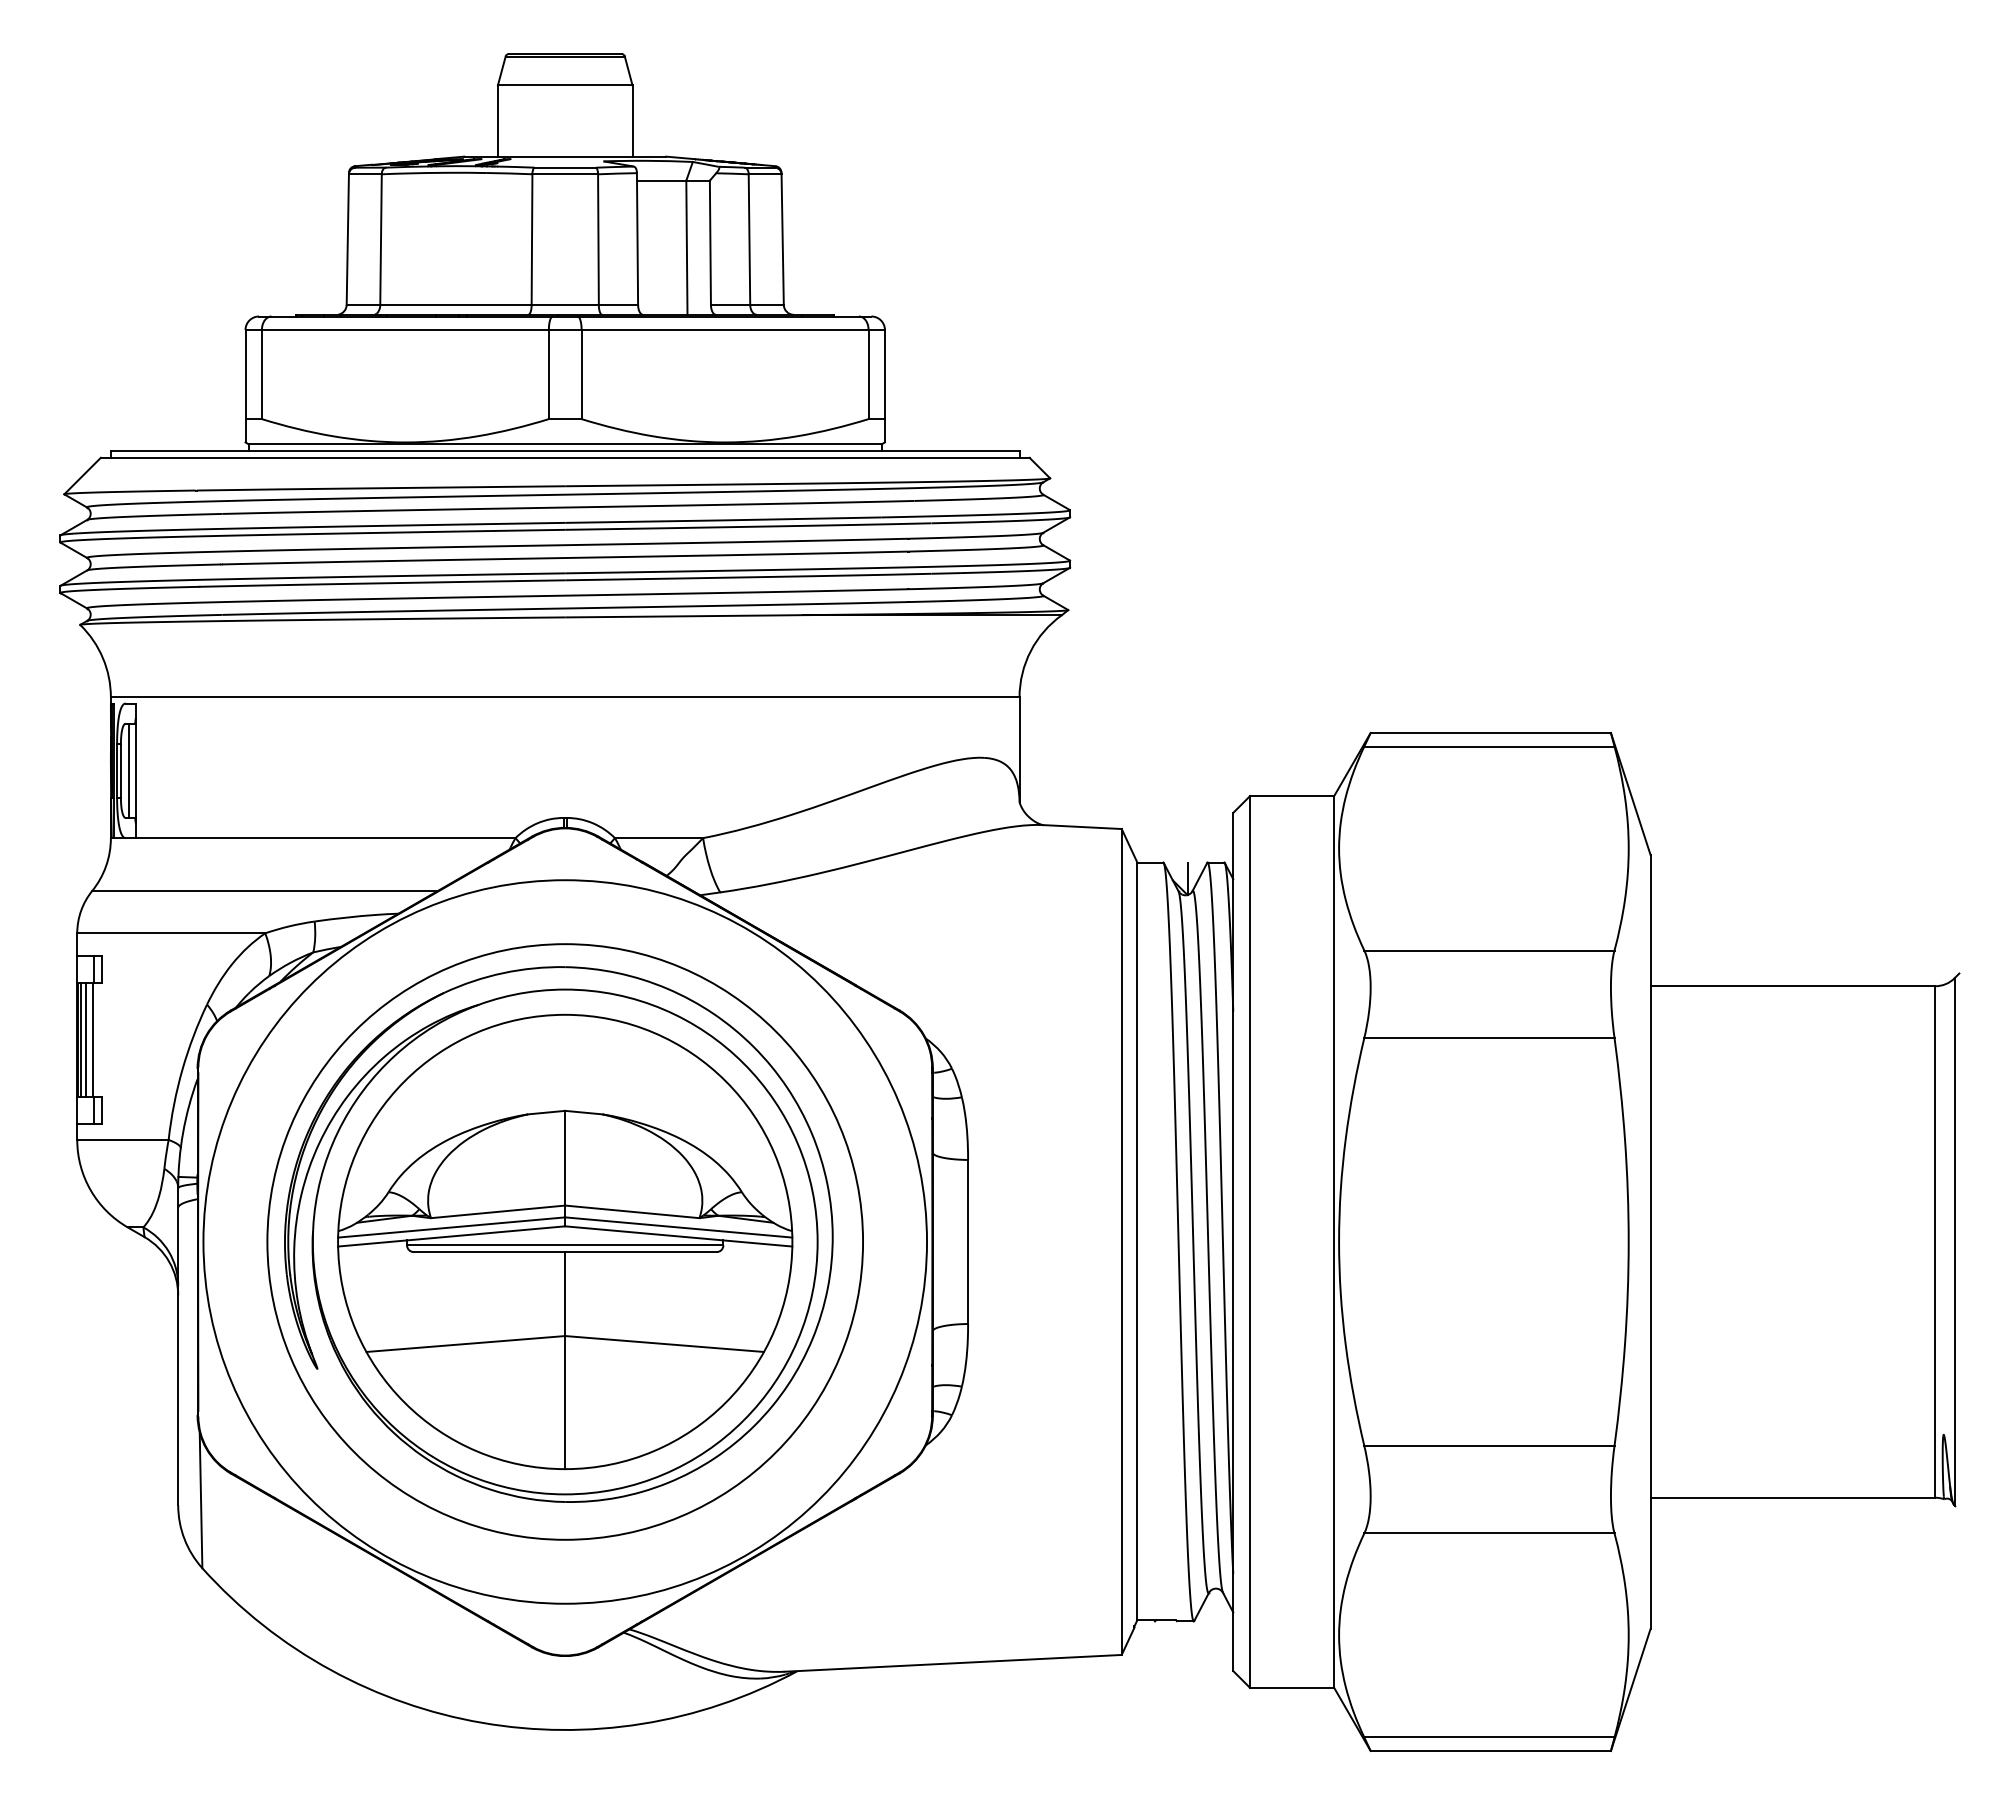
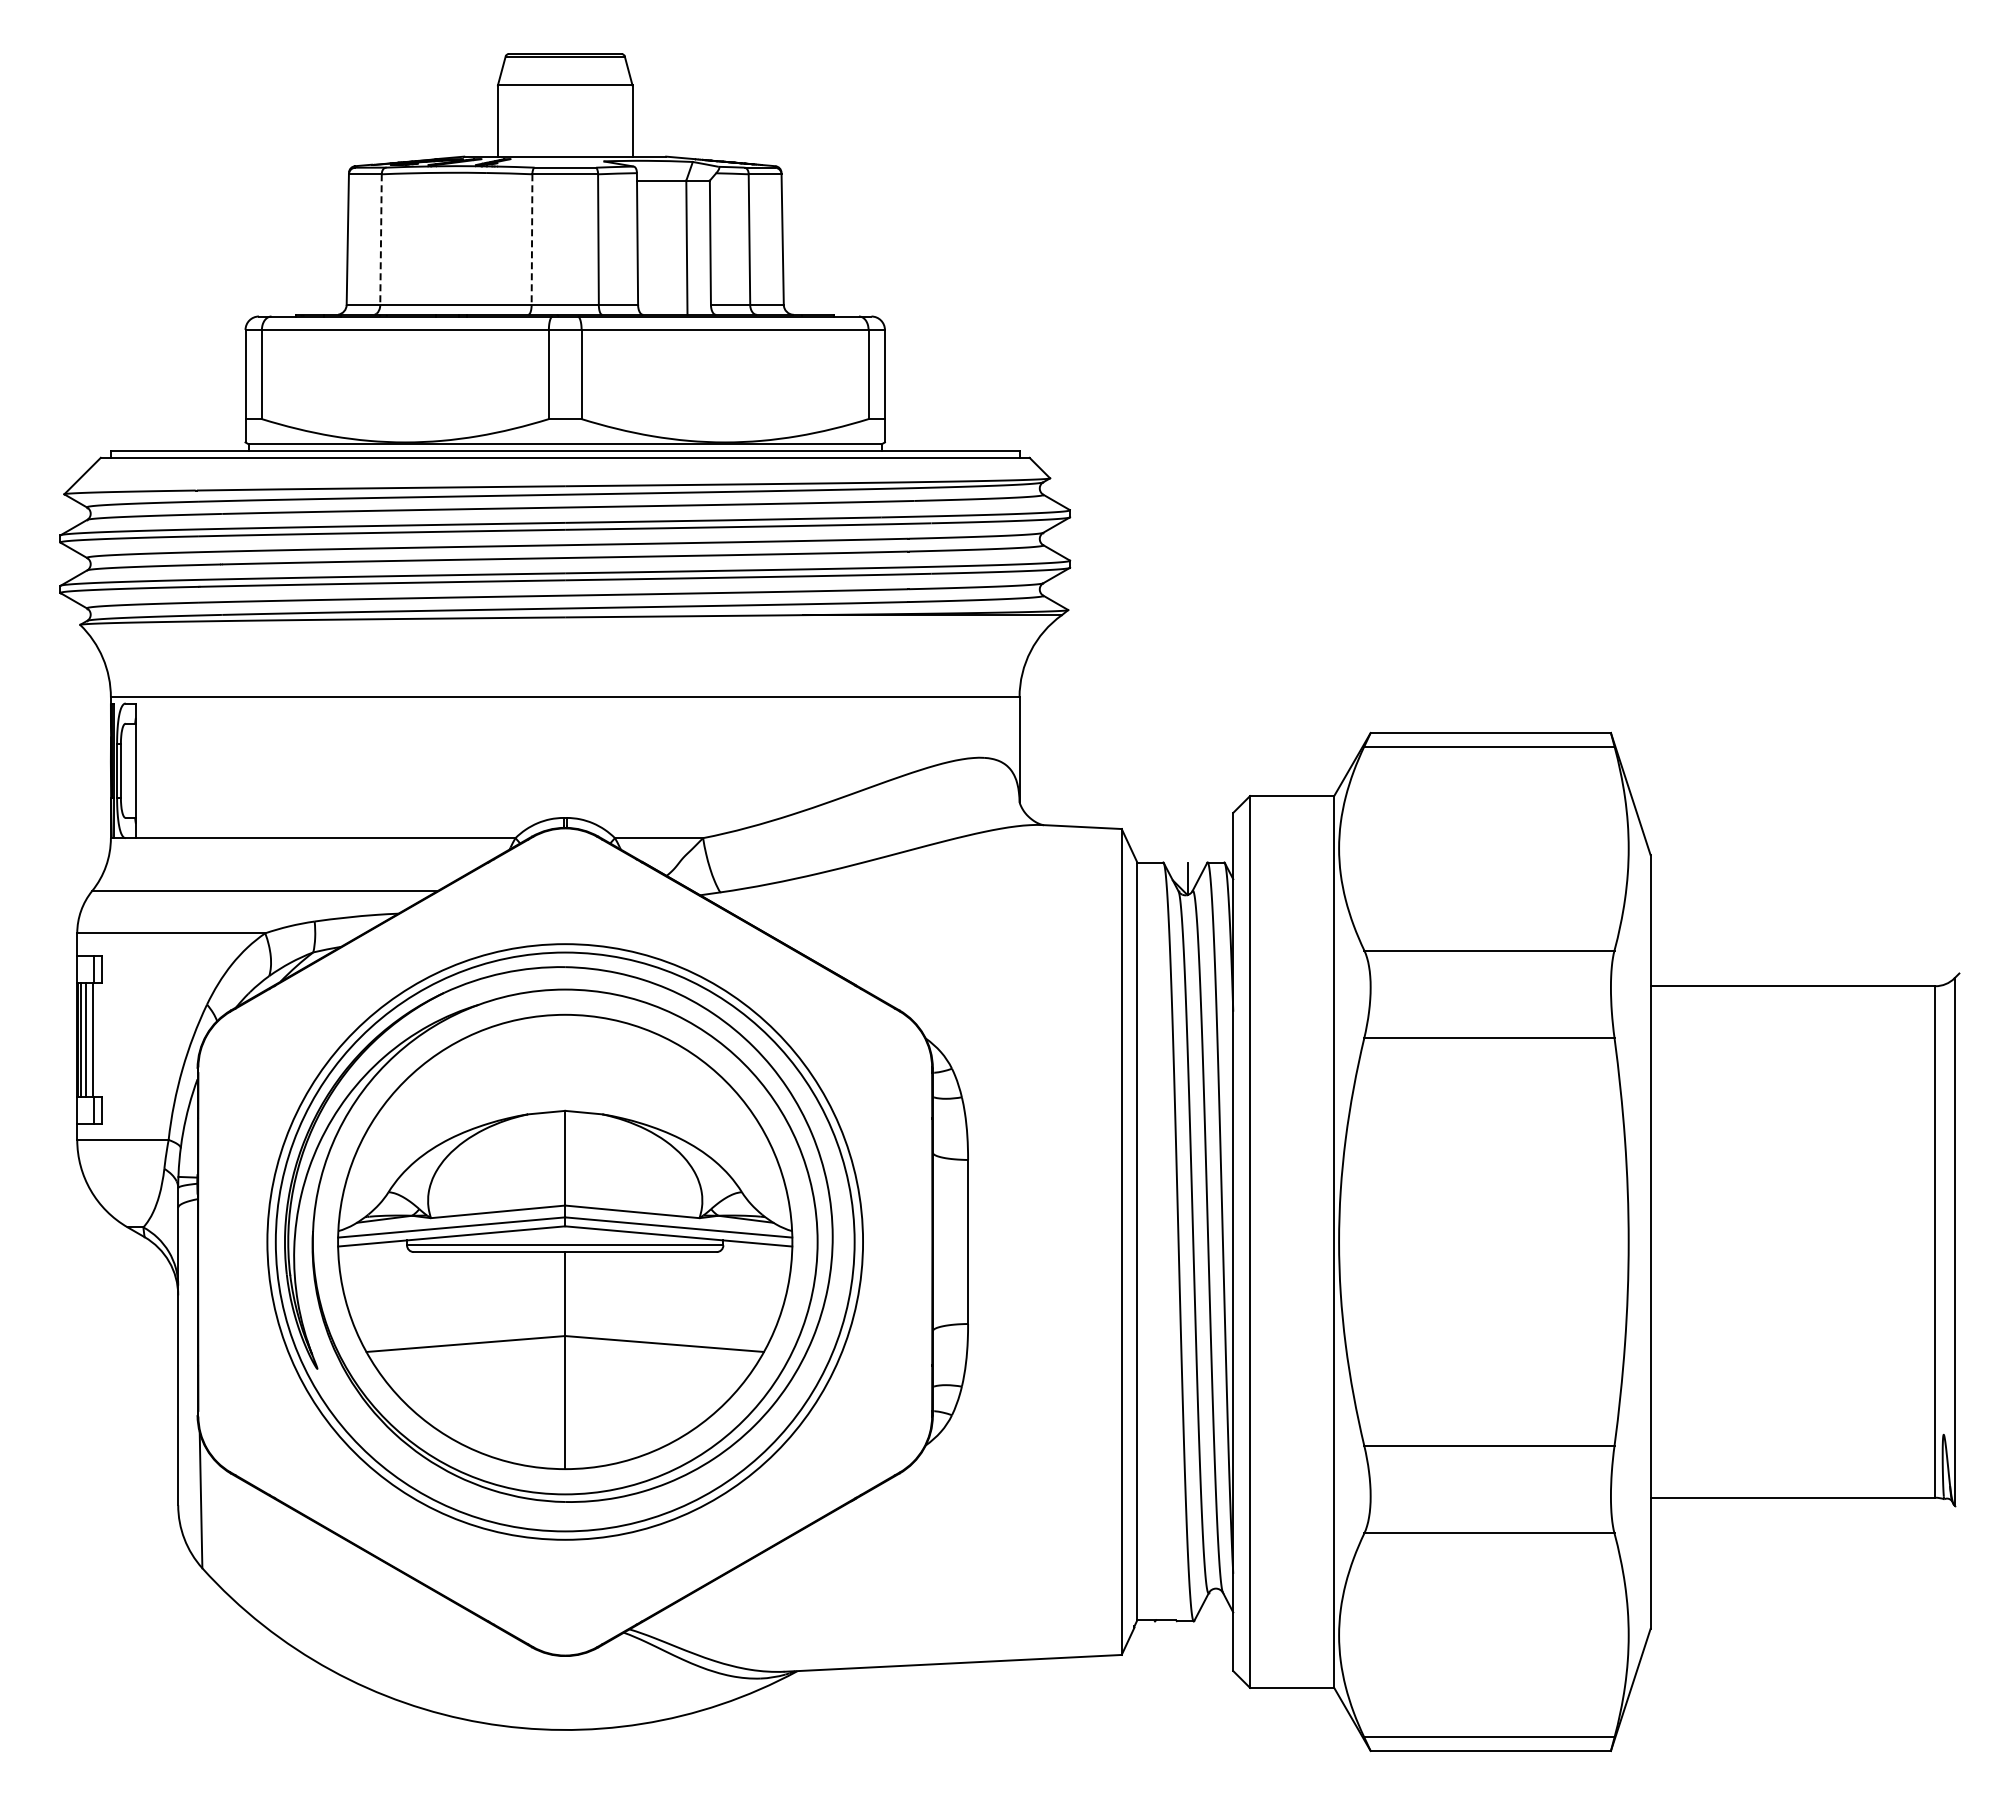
line at (381, 240): solid -> dashed
line at (532, 240): solid -> dashed
line at (129, 770): present -> none
circle at (565, 1241) diameter: 724 px -> 579 px
